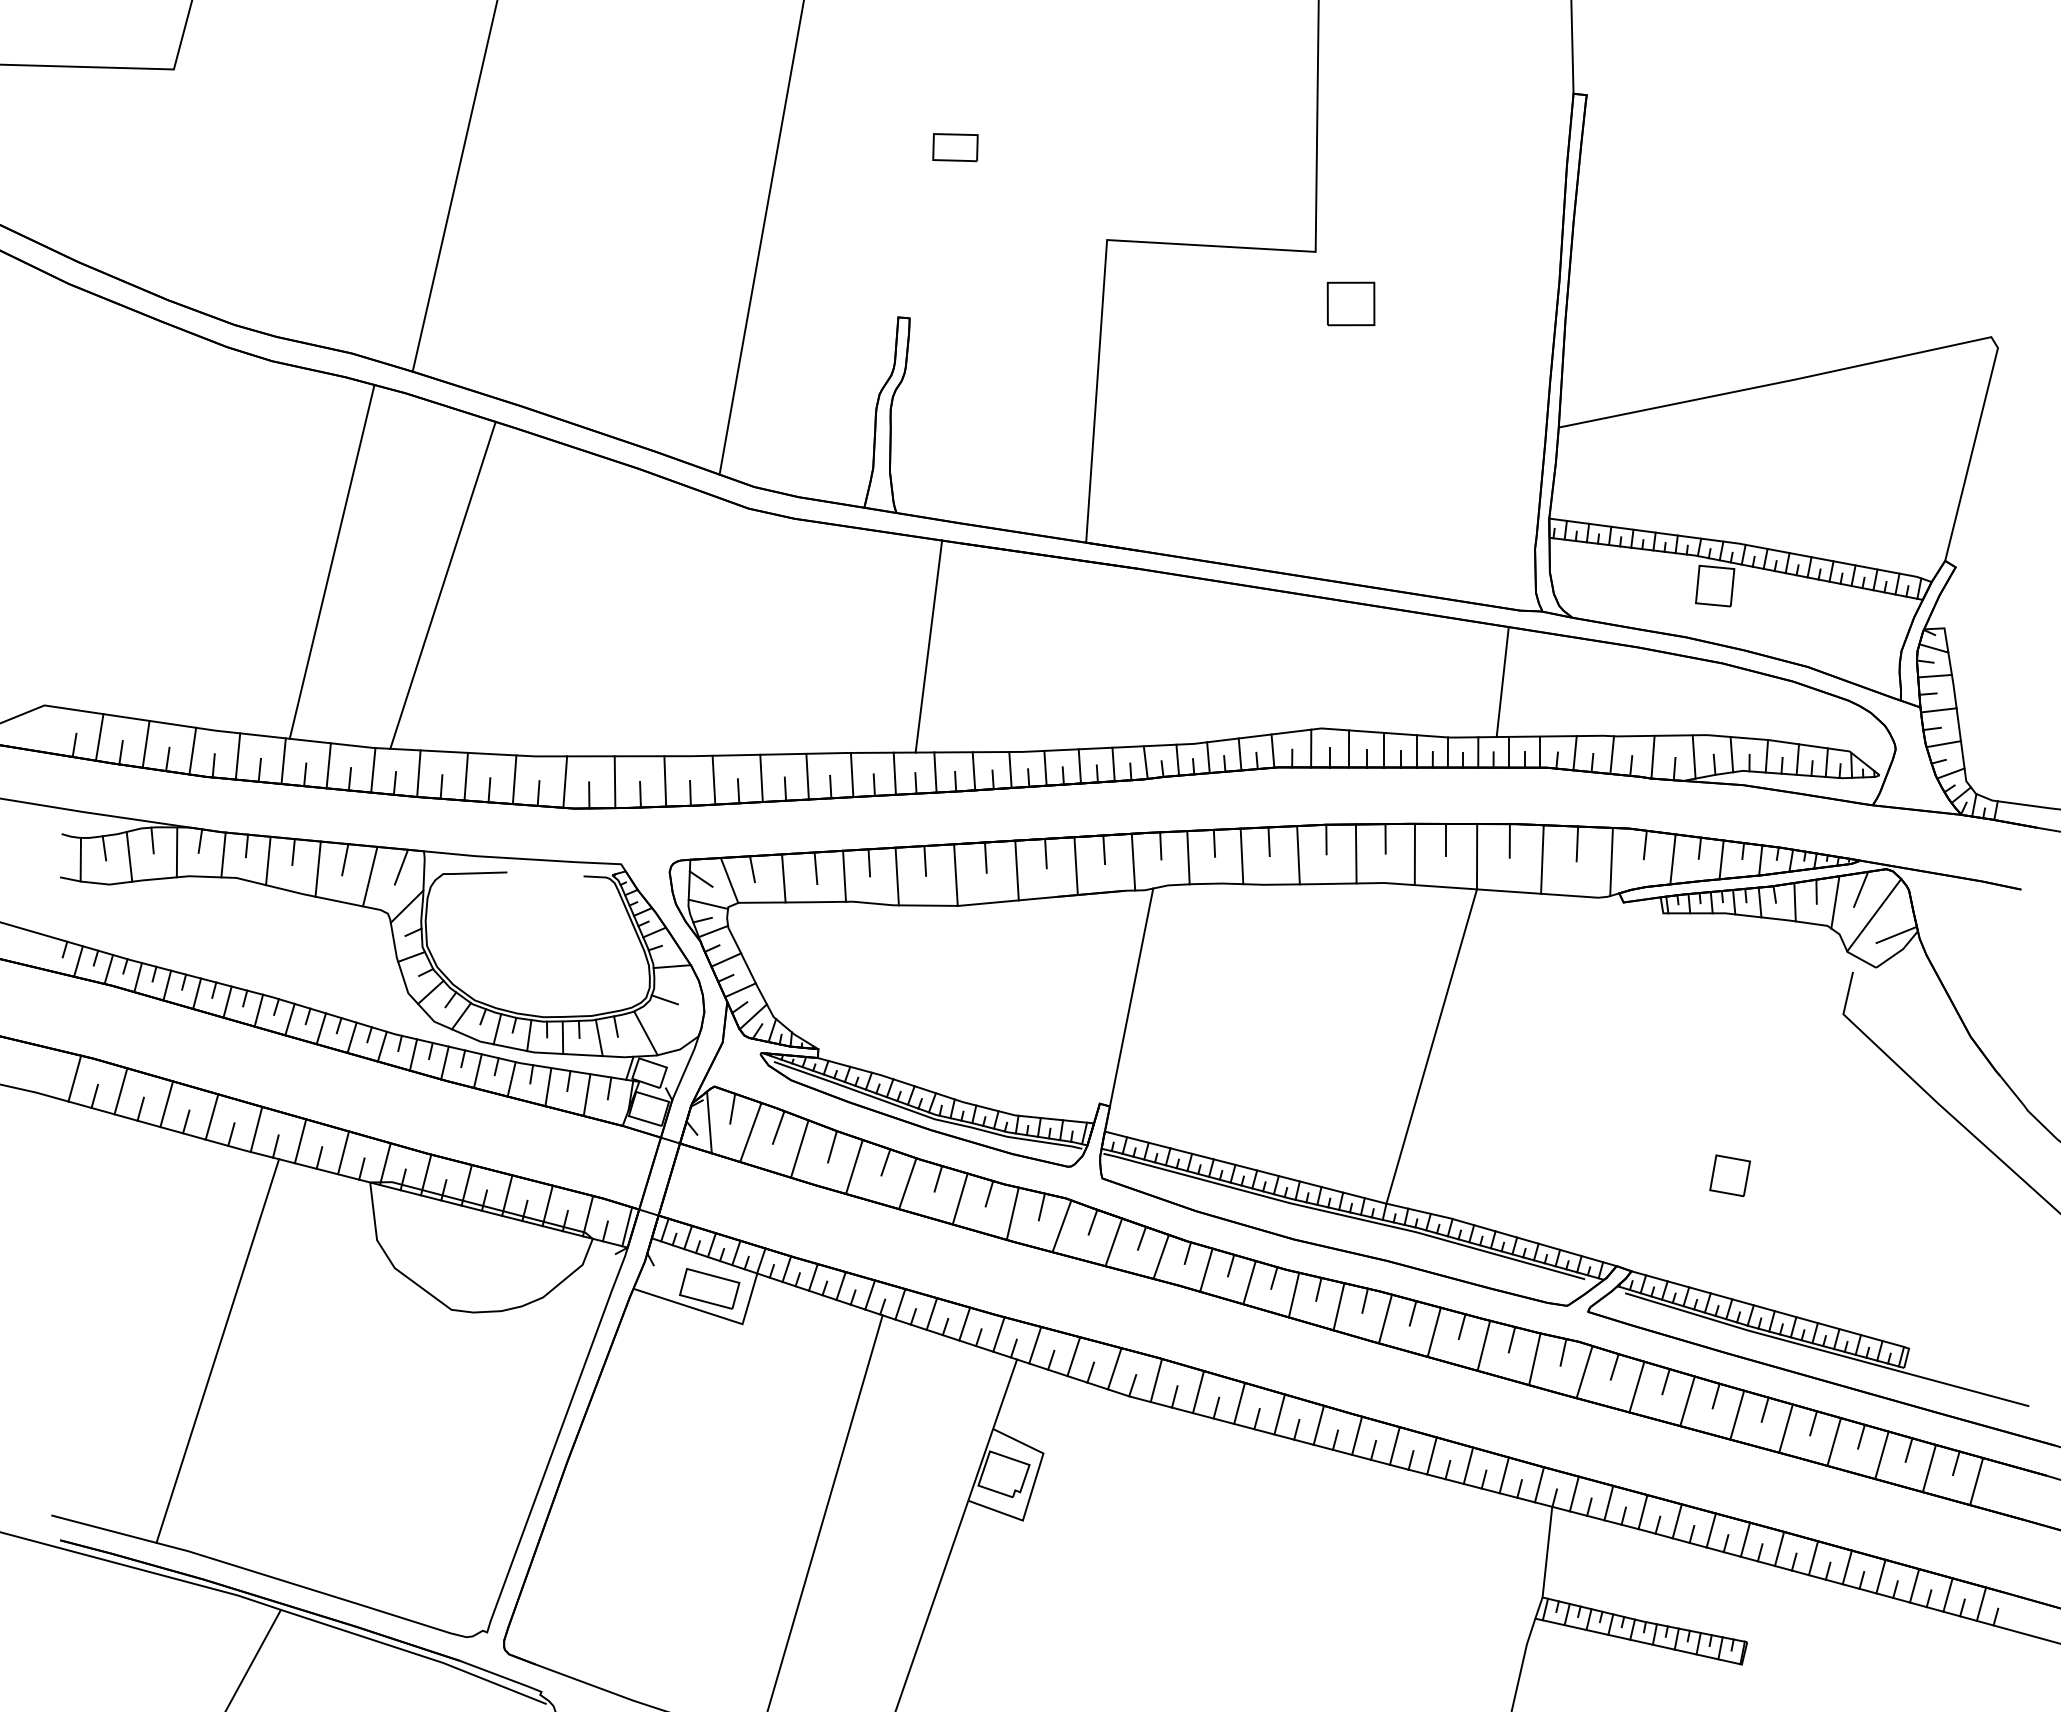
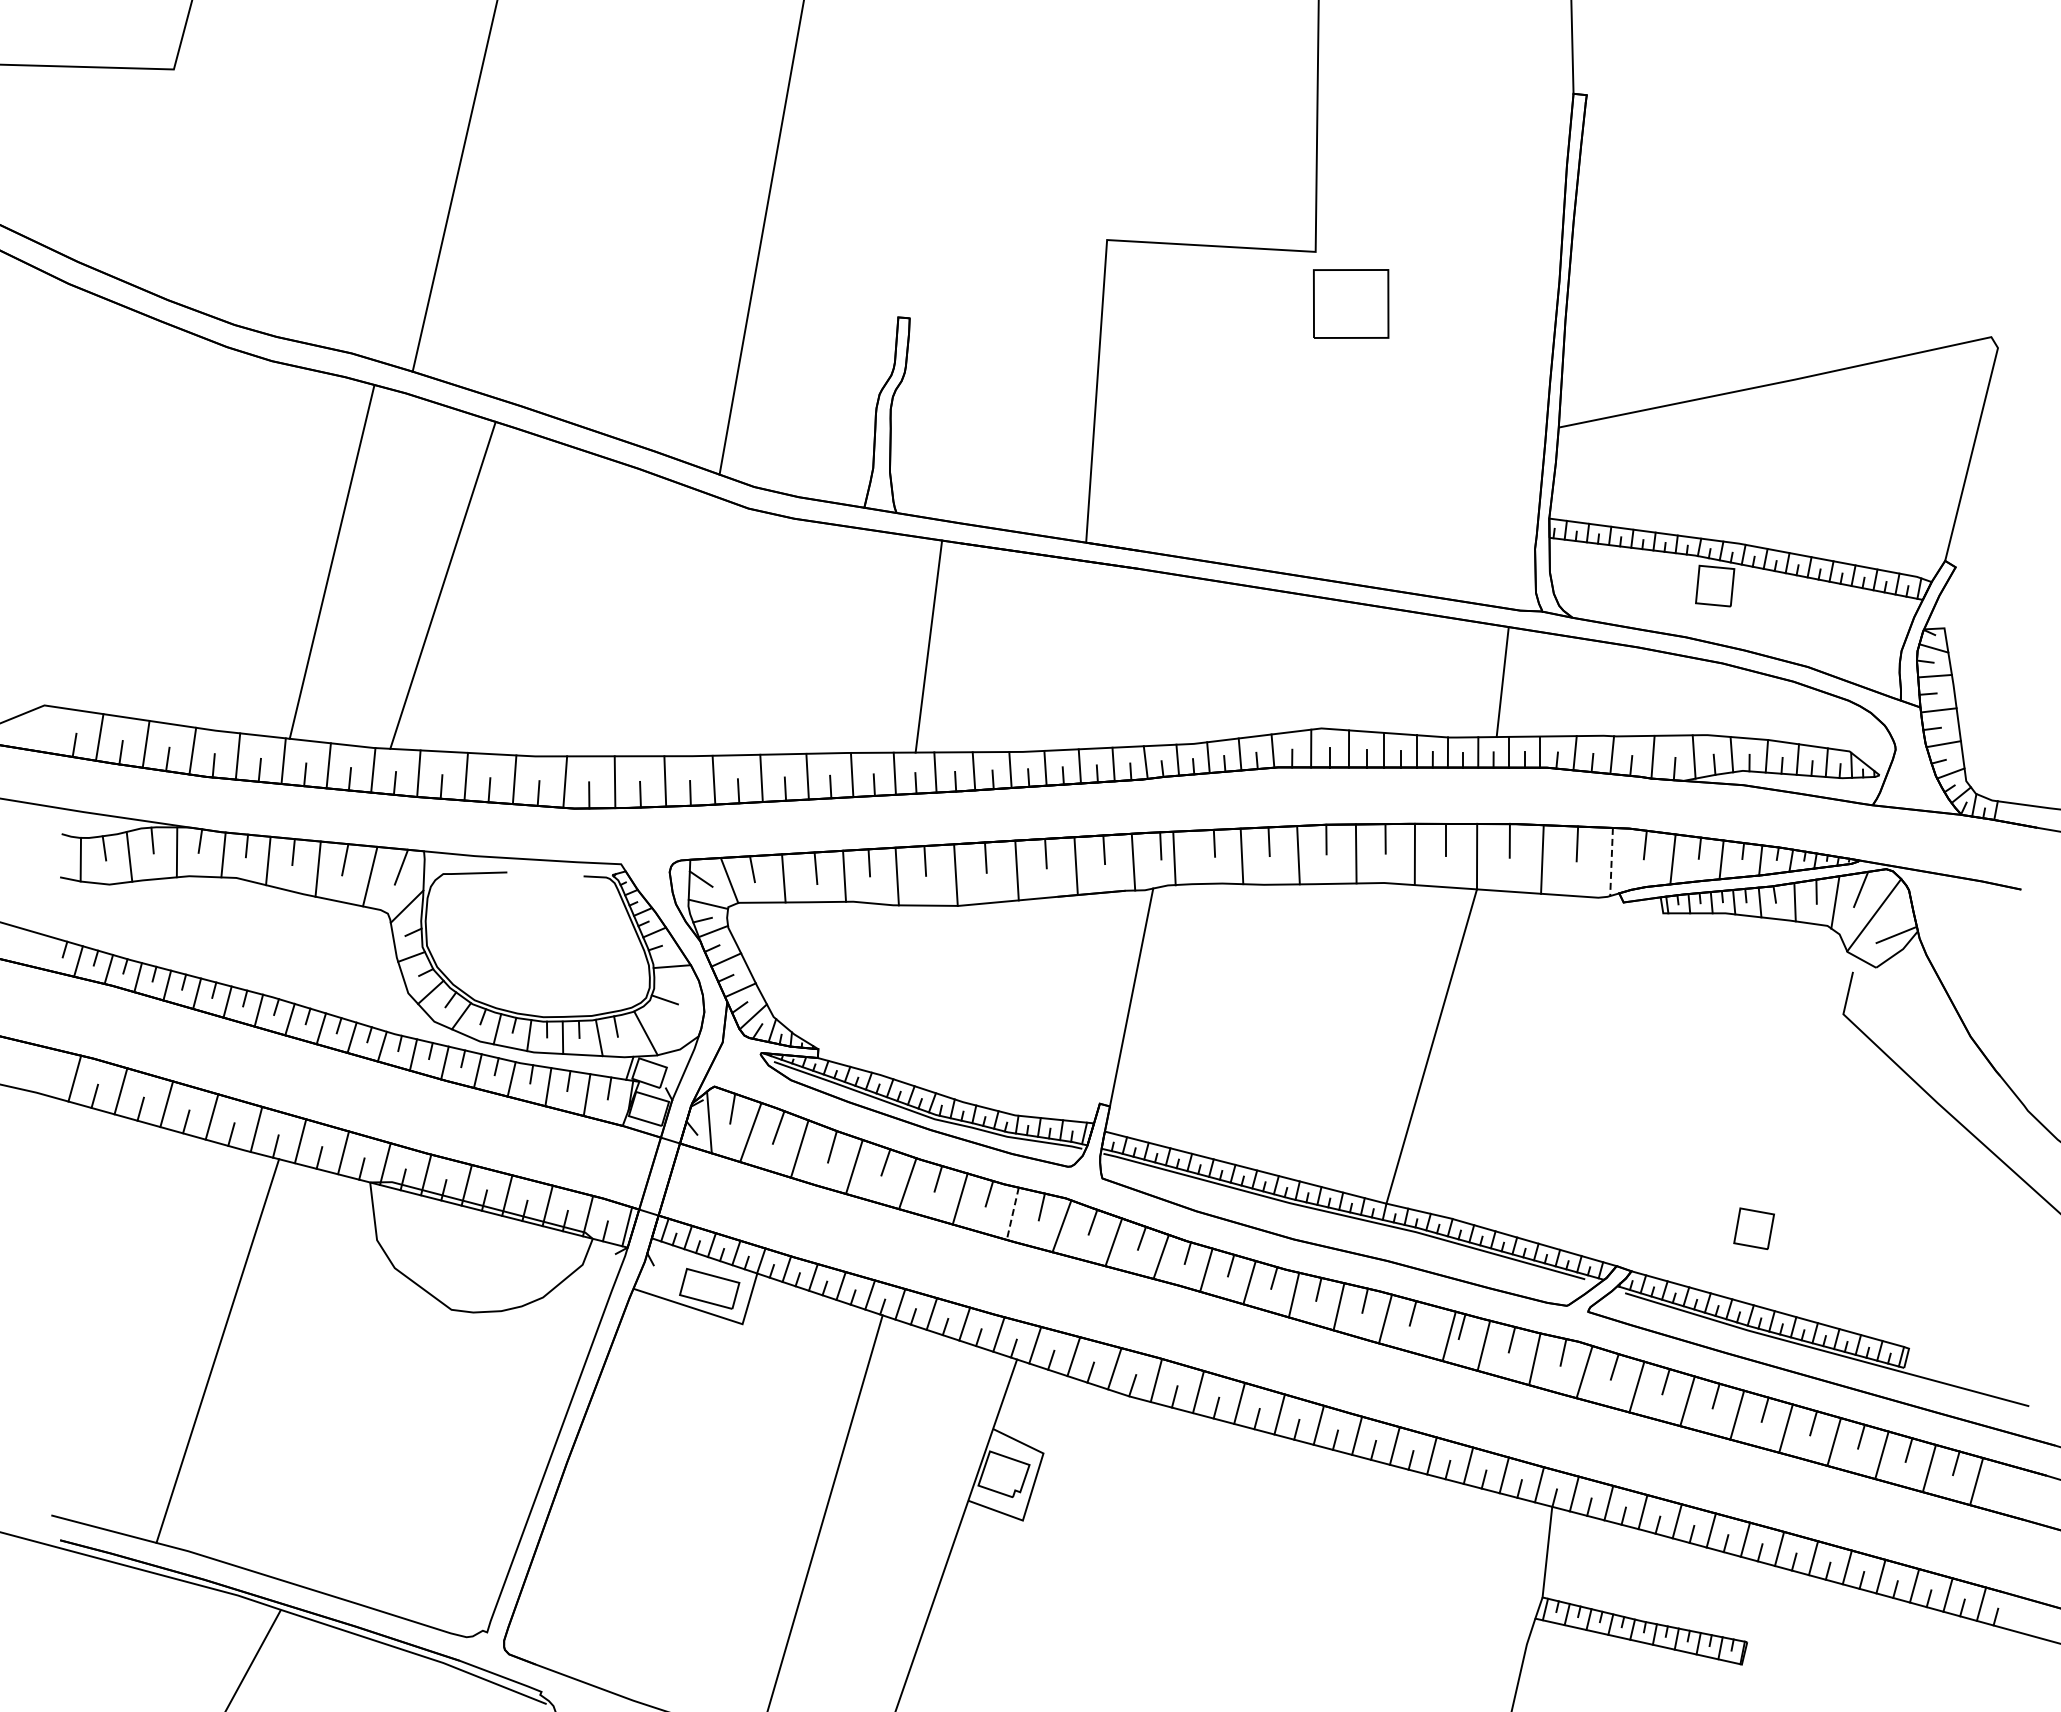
part at (955, 147): present -> none
part at (1350, 303) size: 50x46 px -> 77x70 px
line at (1188, 857) position: (1188, 857) -> (1174, 858)
line at (1611, 862): solid -> dashed
part at (1729, 1175) position: (1729, 1175) -> (1753, 1228)
line at (1012, 1213): solid -> dashed
line at (1433, 1331) position: (1433, 1331) -> (1448, 1335)
